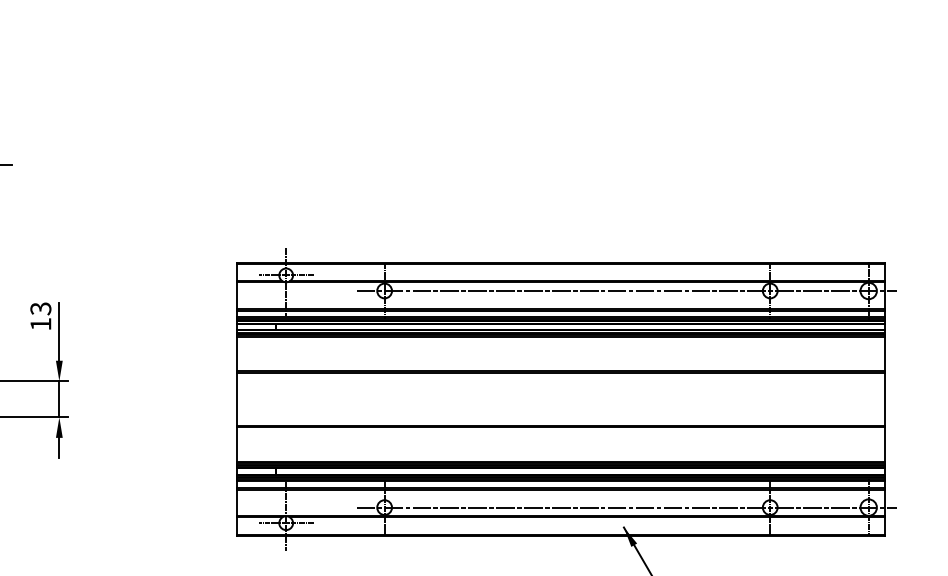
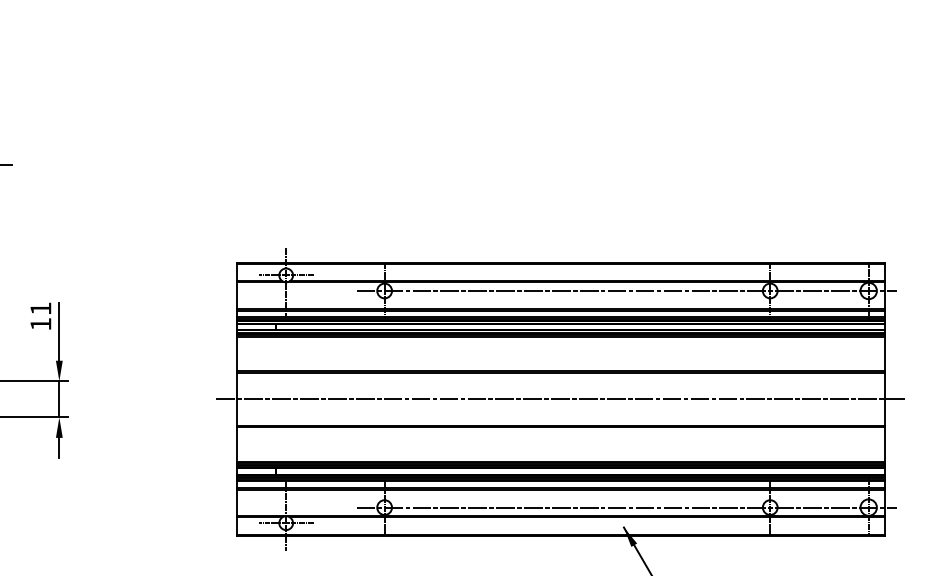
text at (40, 308): 13 -> 11
line at (560, 399): none -> present
